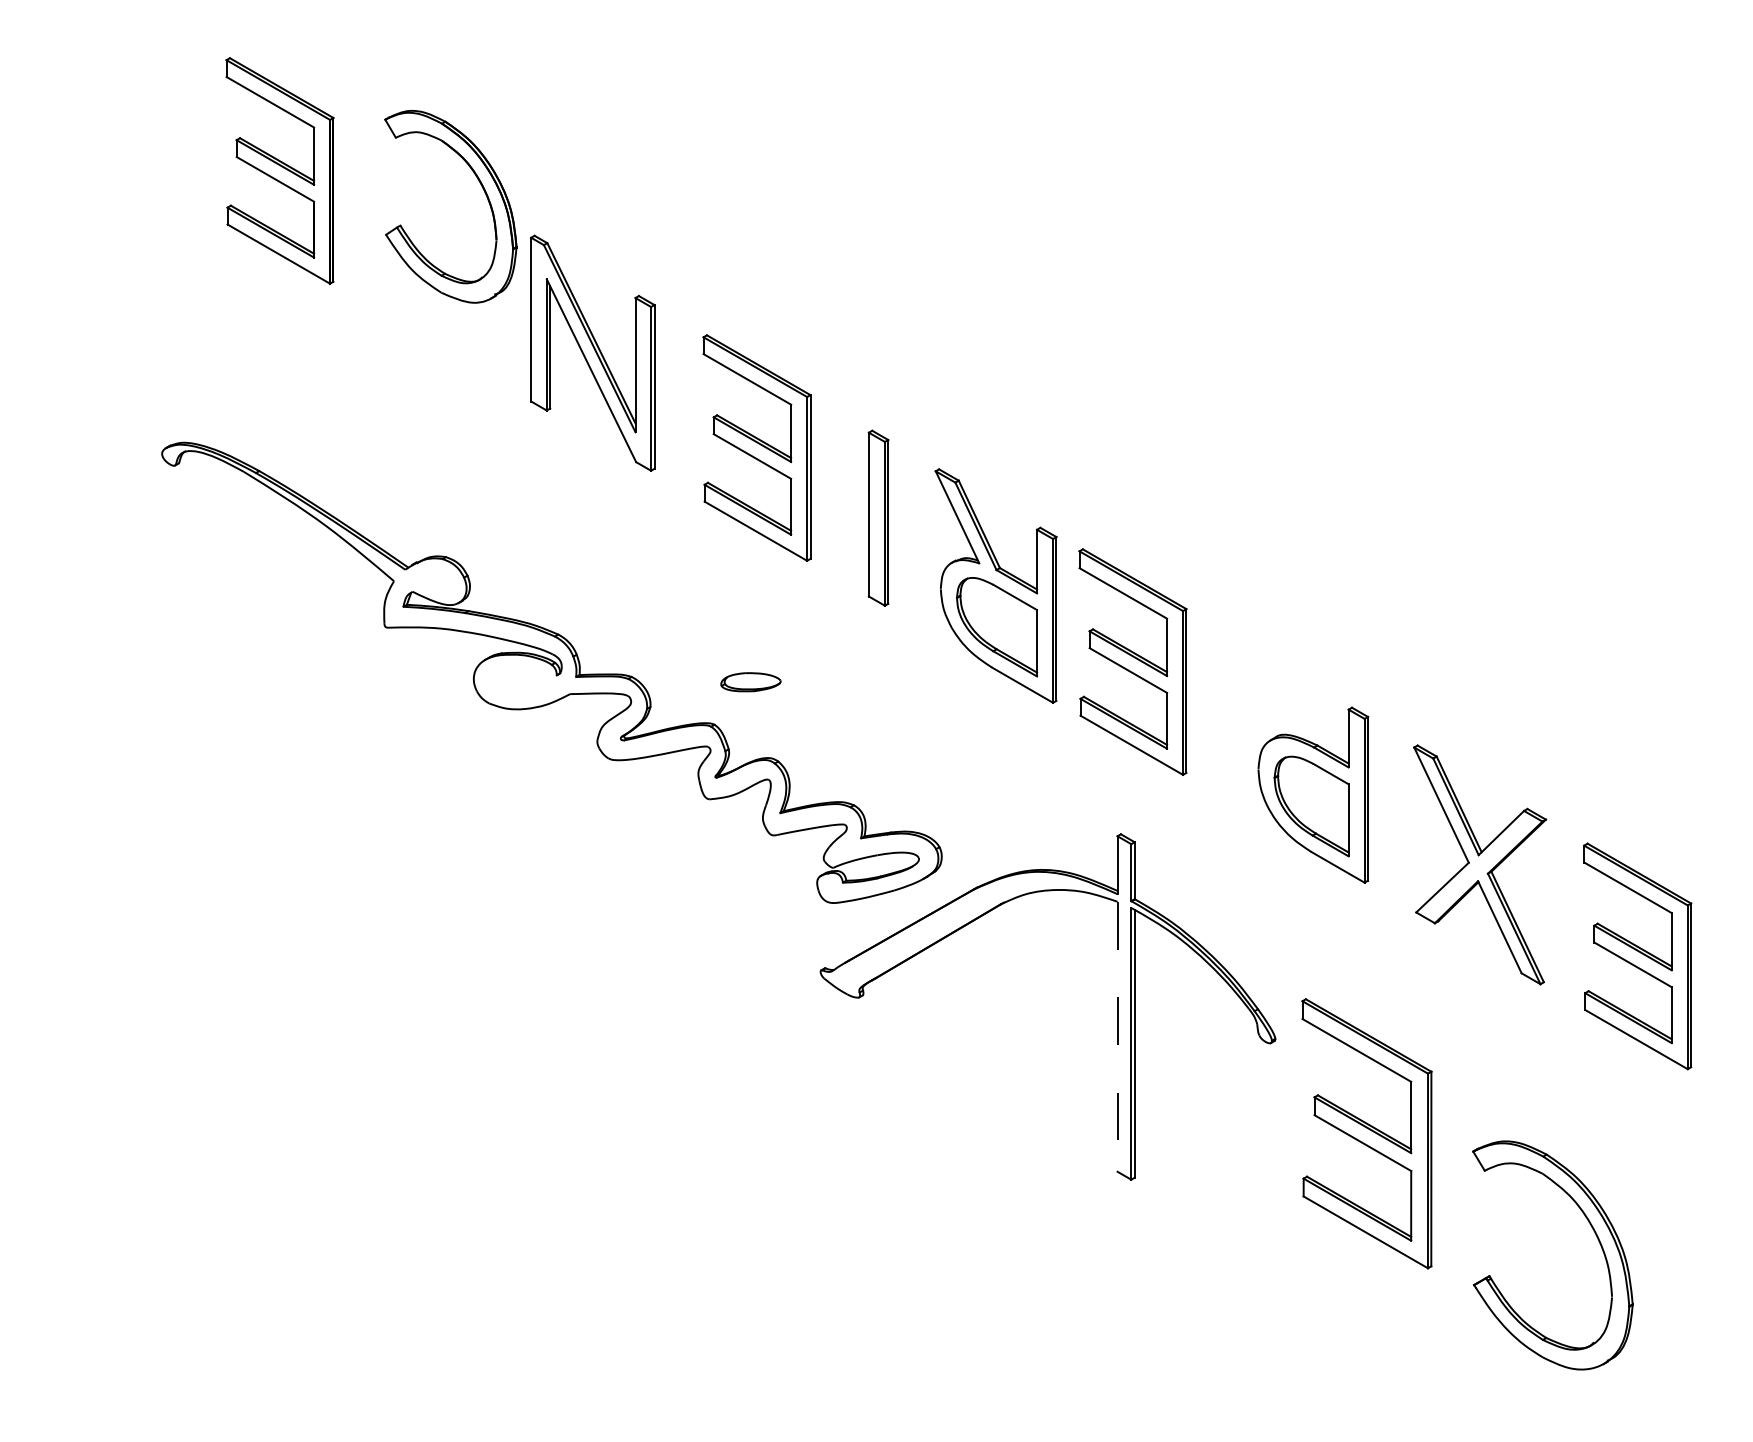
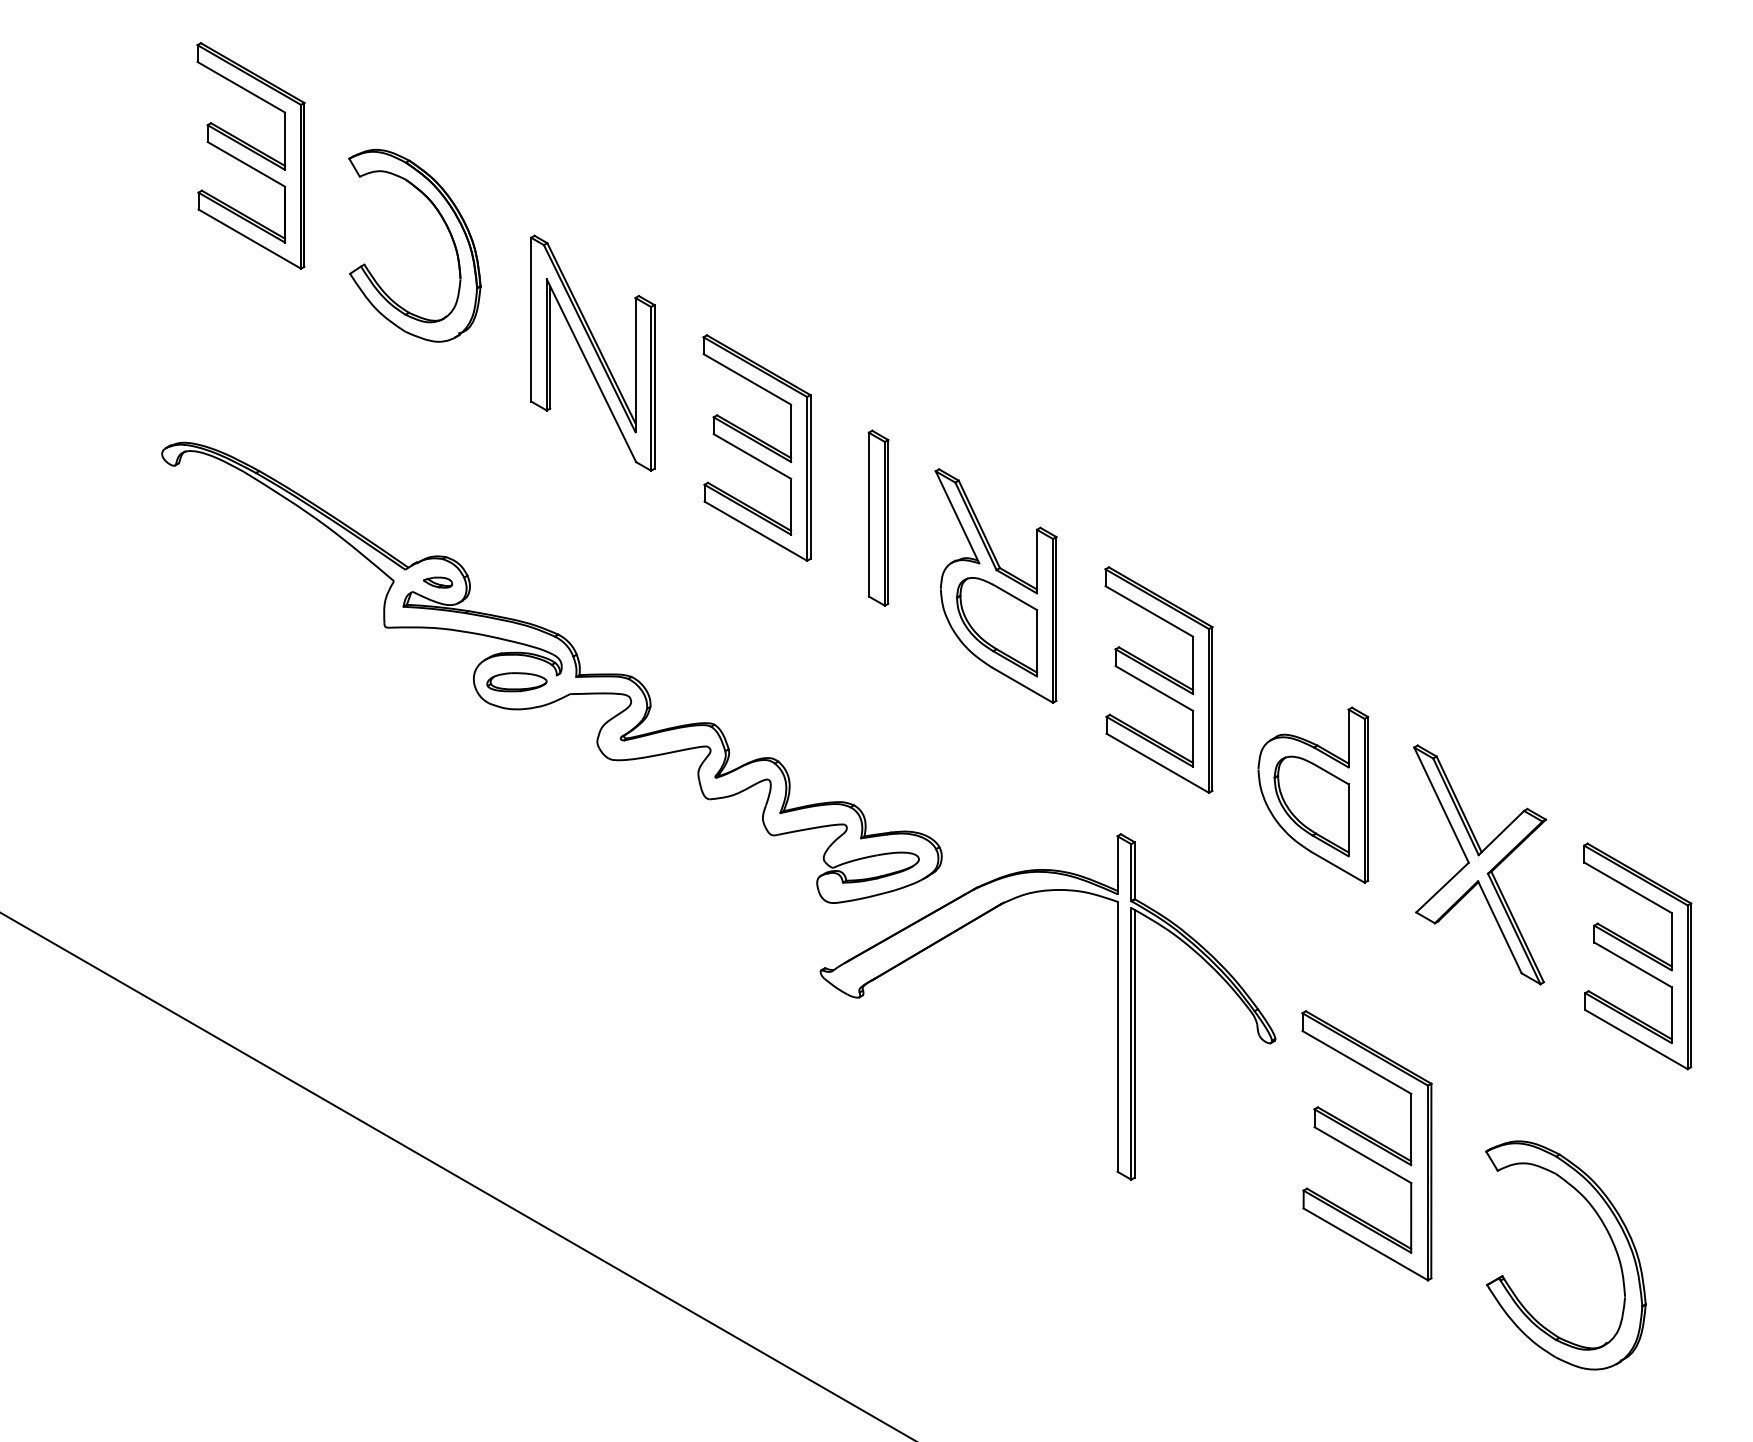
part at (279, 170) position: (279, 170) -> (250, 155)
part at (483, 190) position: (483, 190) -> (447, 229)
part at (438, 582): none -> present
part at (1132, 661) position: (1132, 661) -> (1158, 679)
part at (750, 682) position: (750, 682) -> (516, 682)
line at (1117, 1036): dashed -> solid
part at (1366, 1133) position: (1366, 1133) -> (1366, 1145)
line at (457, 1175): none -> present
part at (1594, 1233) position: (1594, 1233) -> (1607, 1233)
